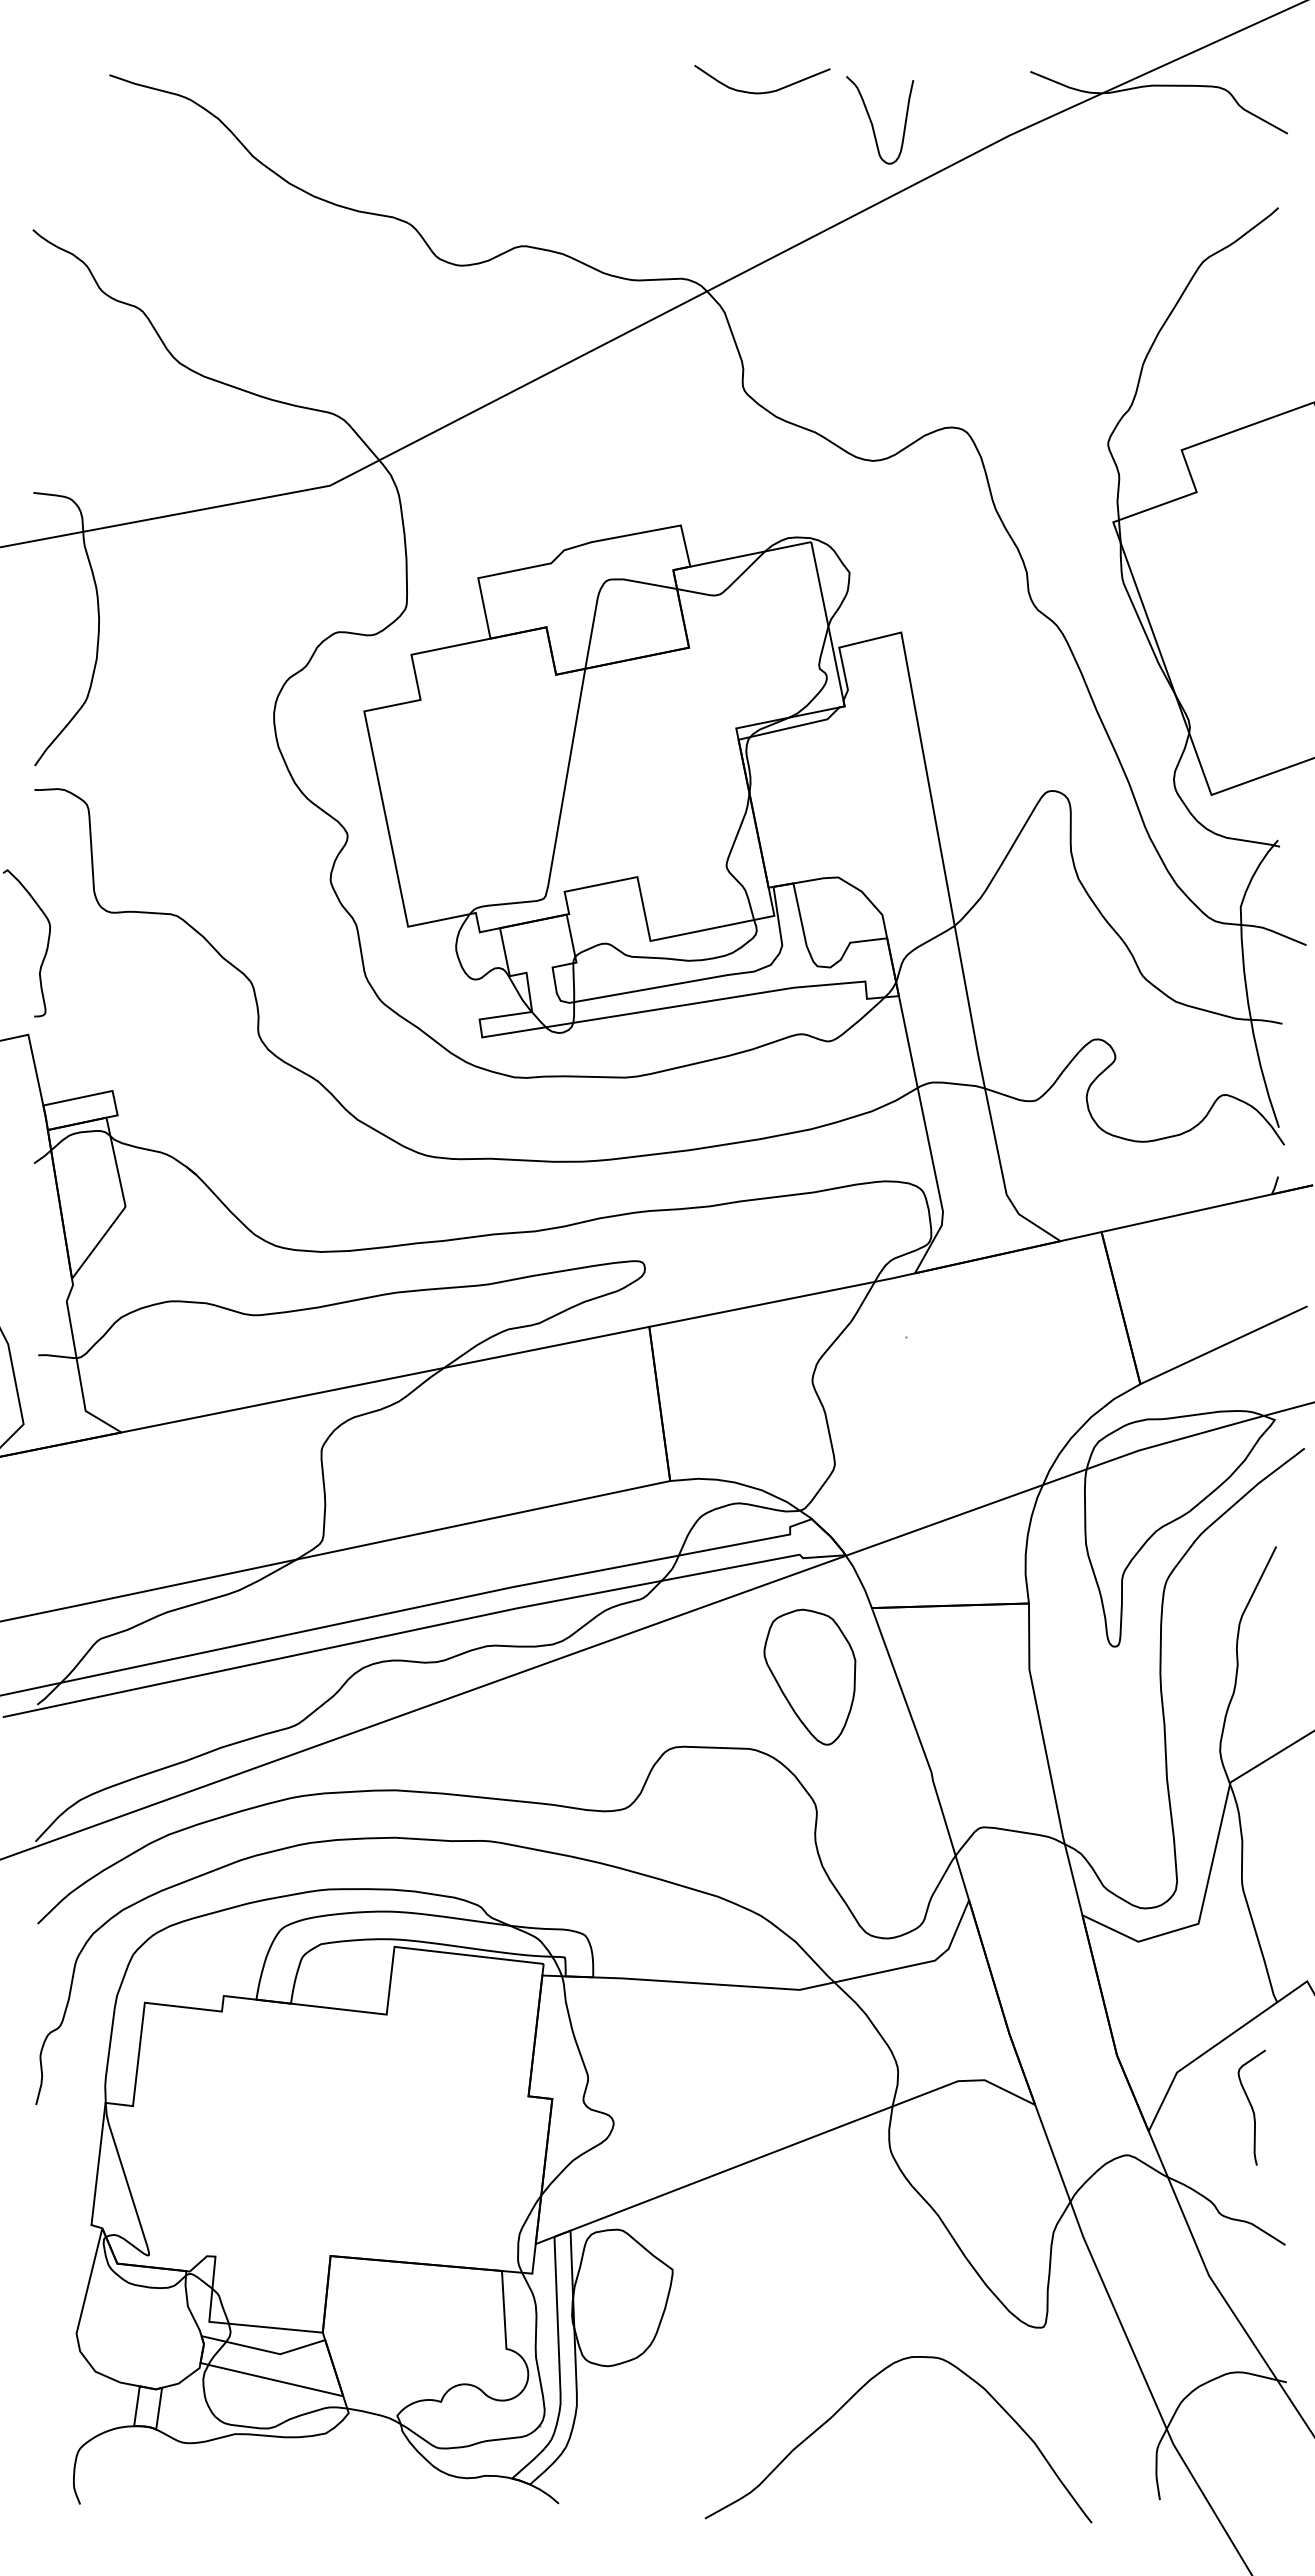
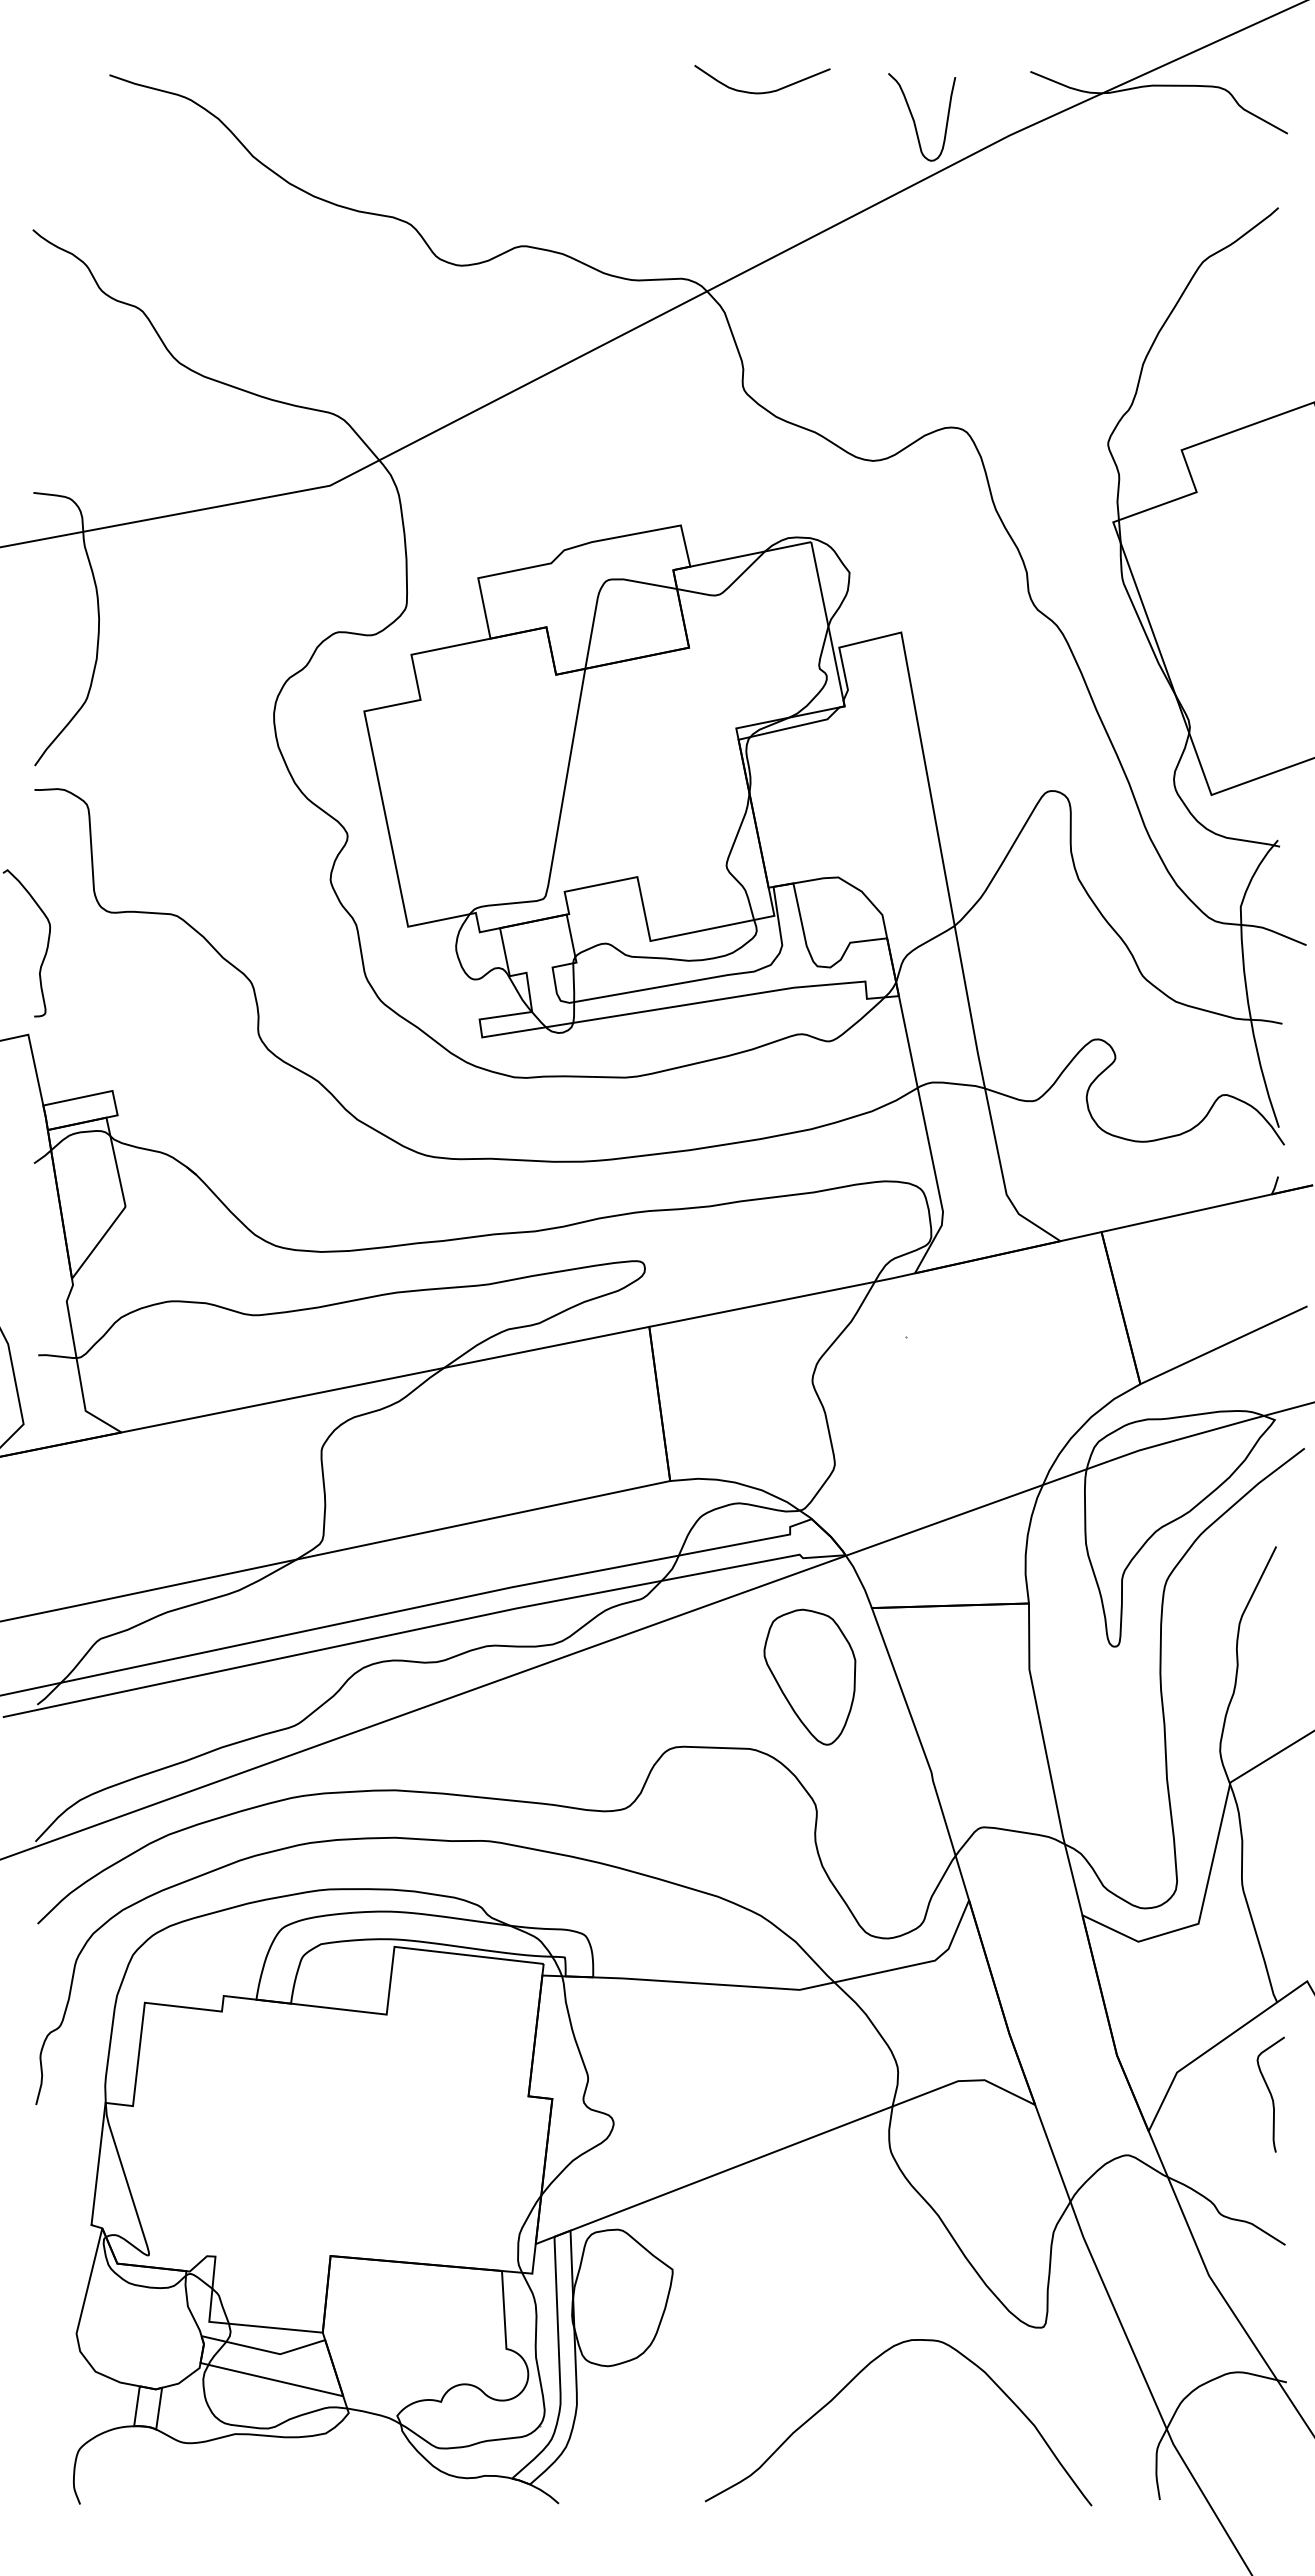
curve at (872, 122) position: (872, 122) -> (914, 119)
curve at (1251, 2107) position: (1251, 2107) -> (1270, 2094)
curve at (855, 2395) position: (855, 2395) -> (855, 2378)
